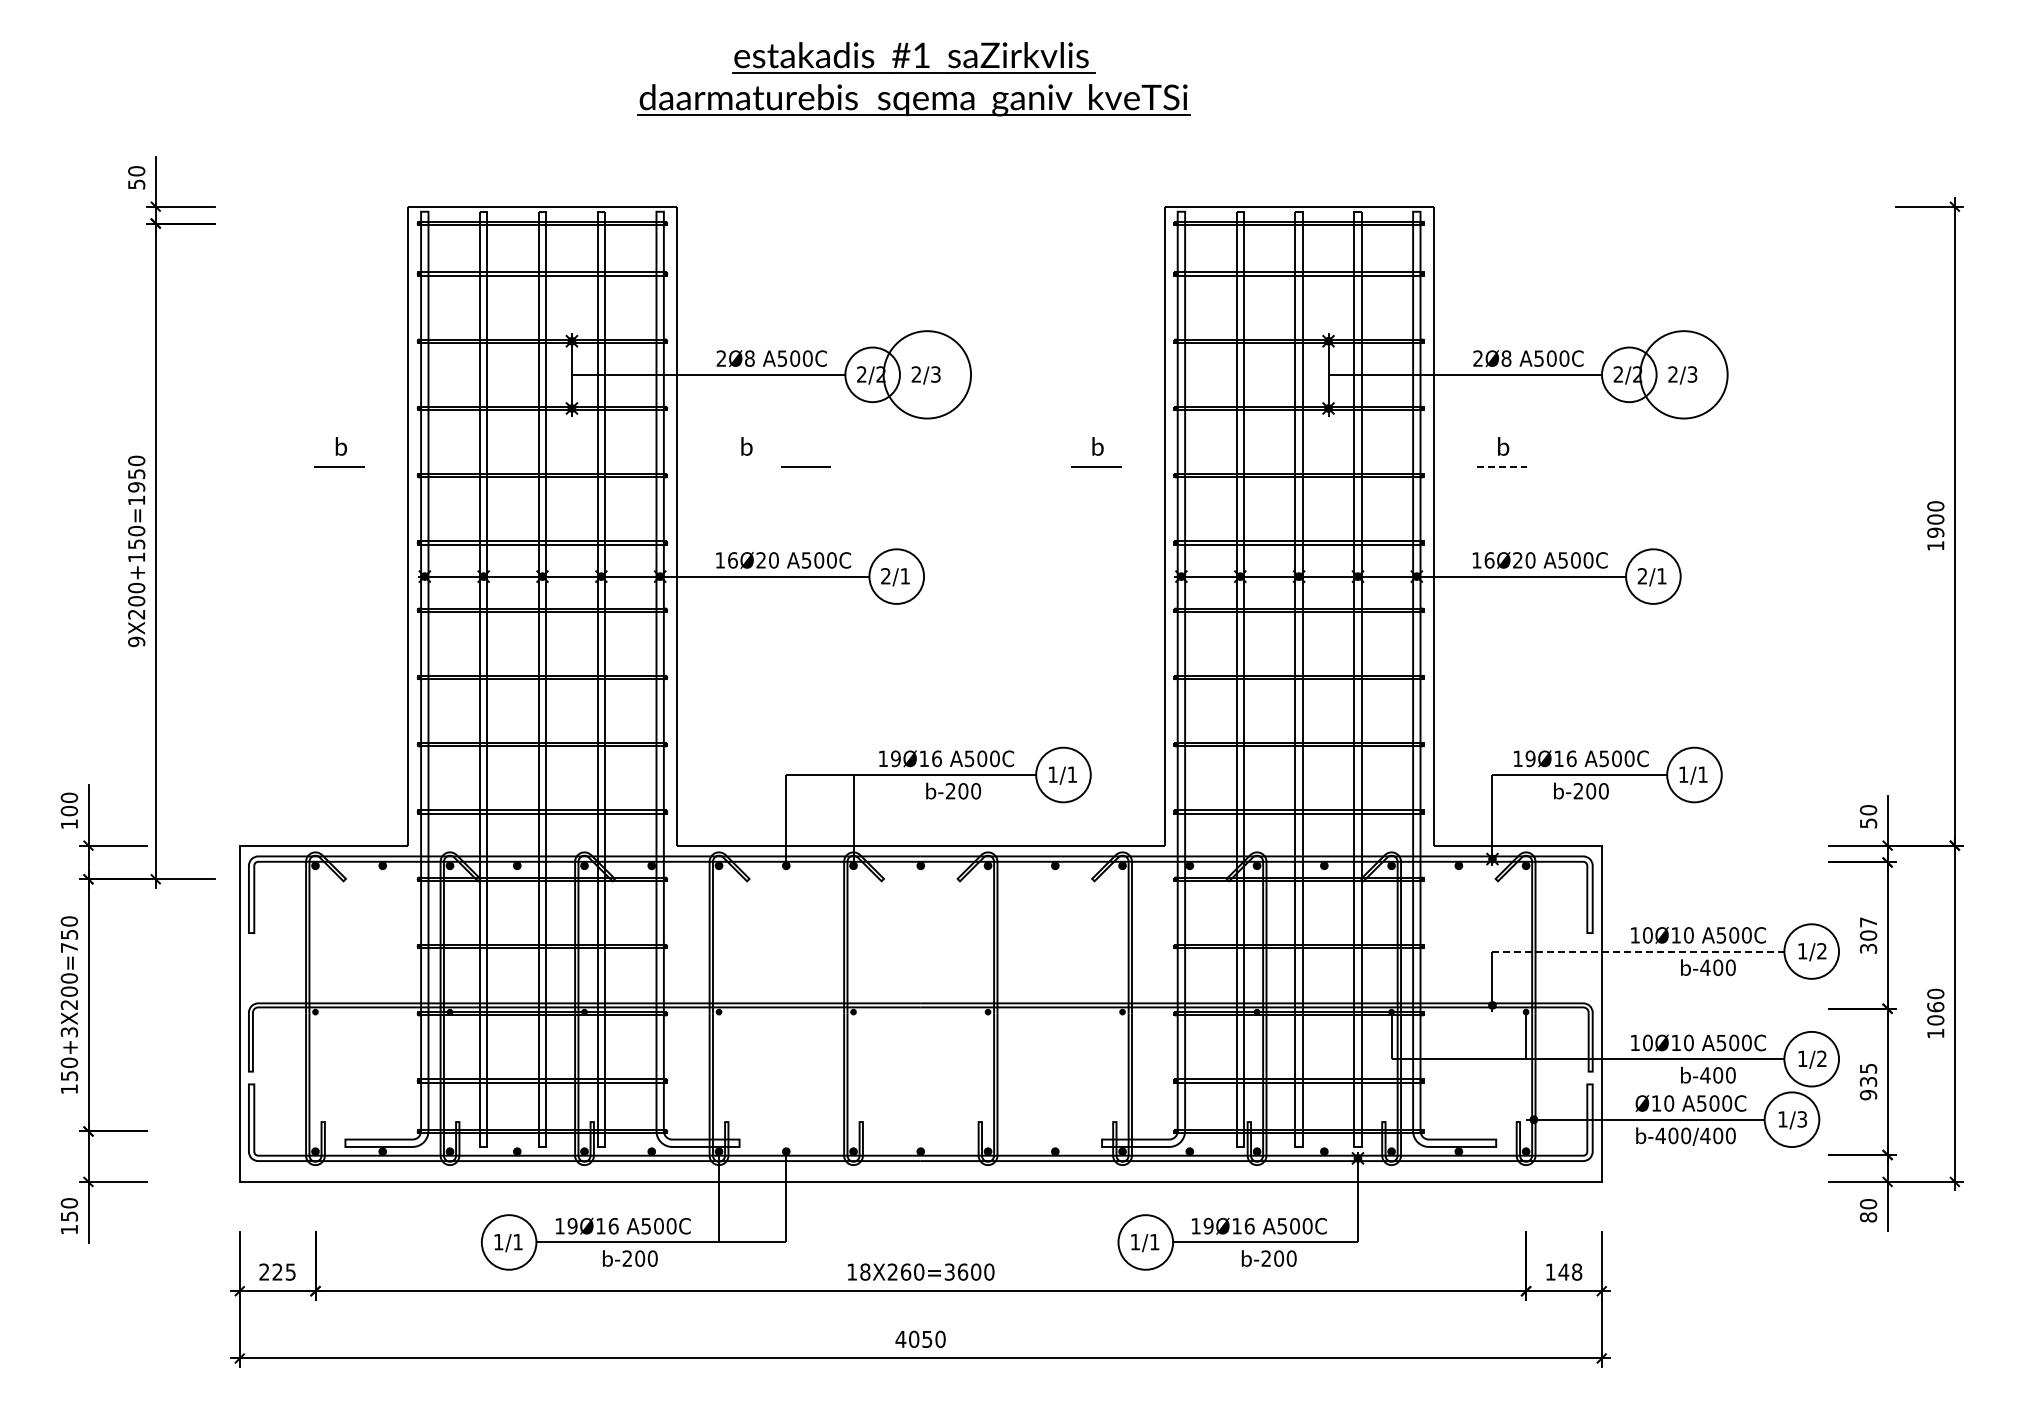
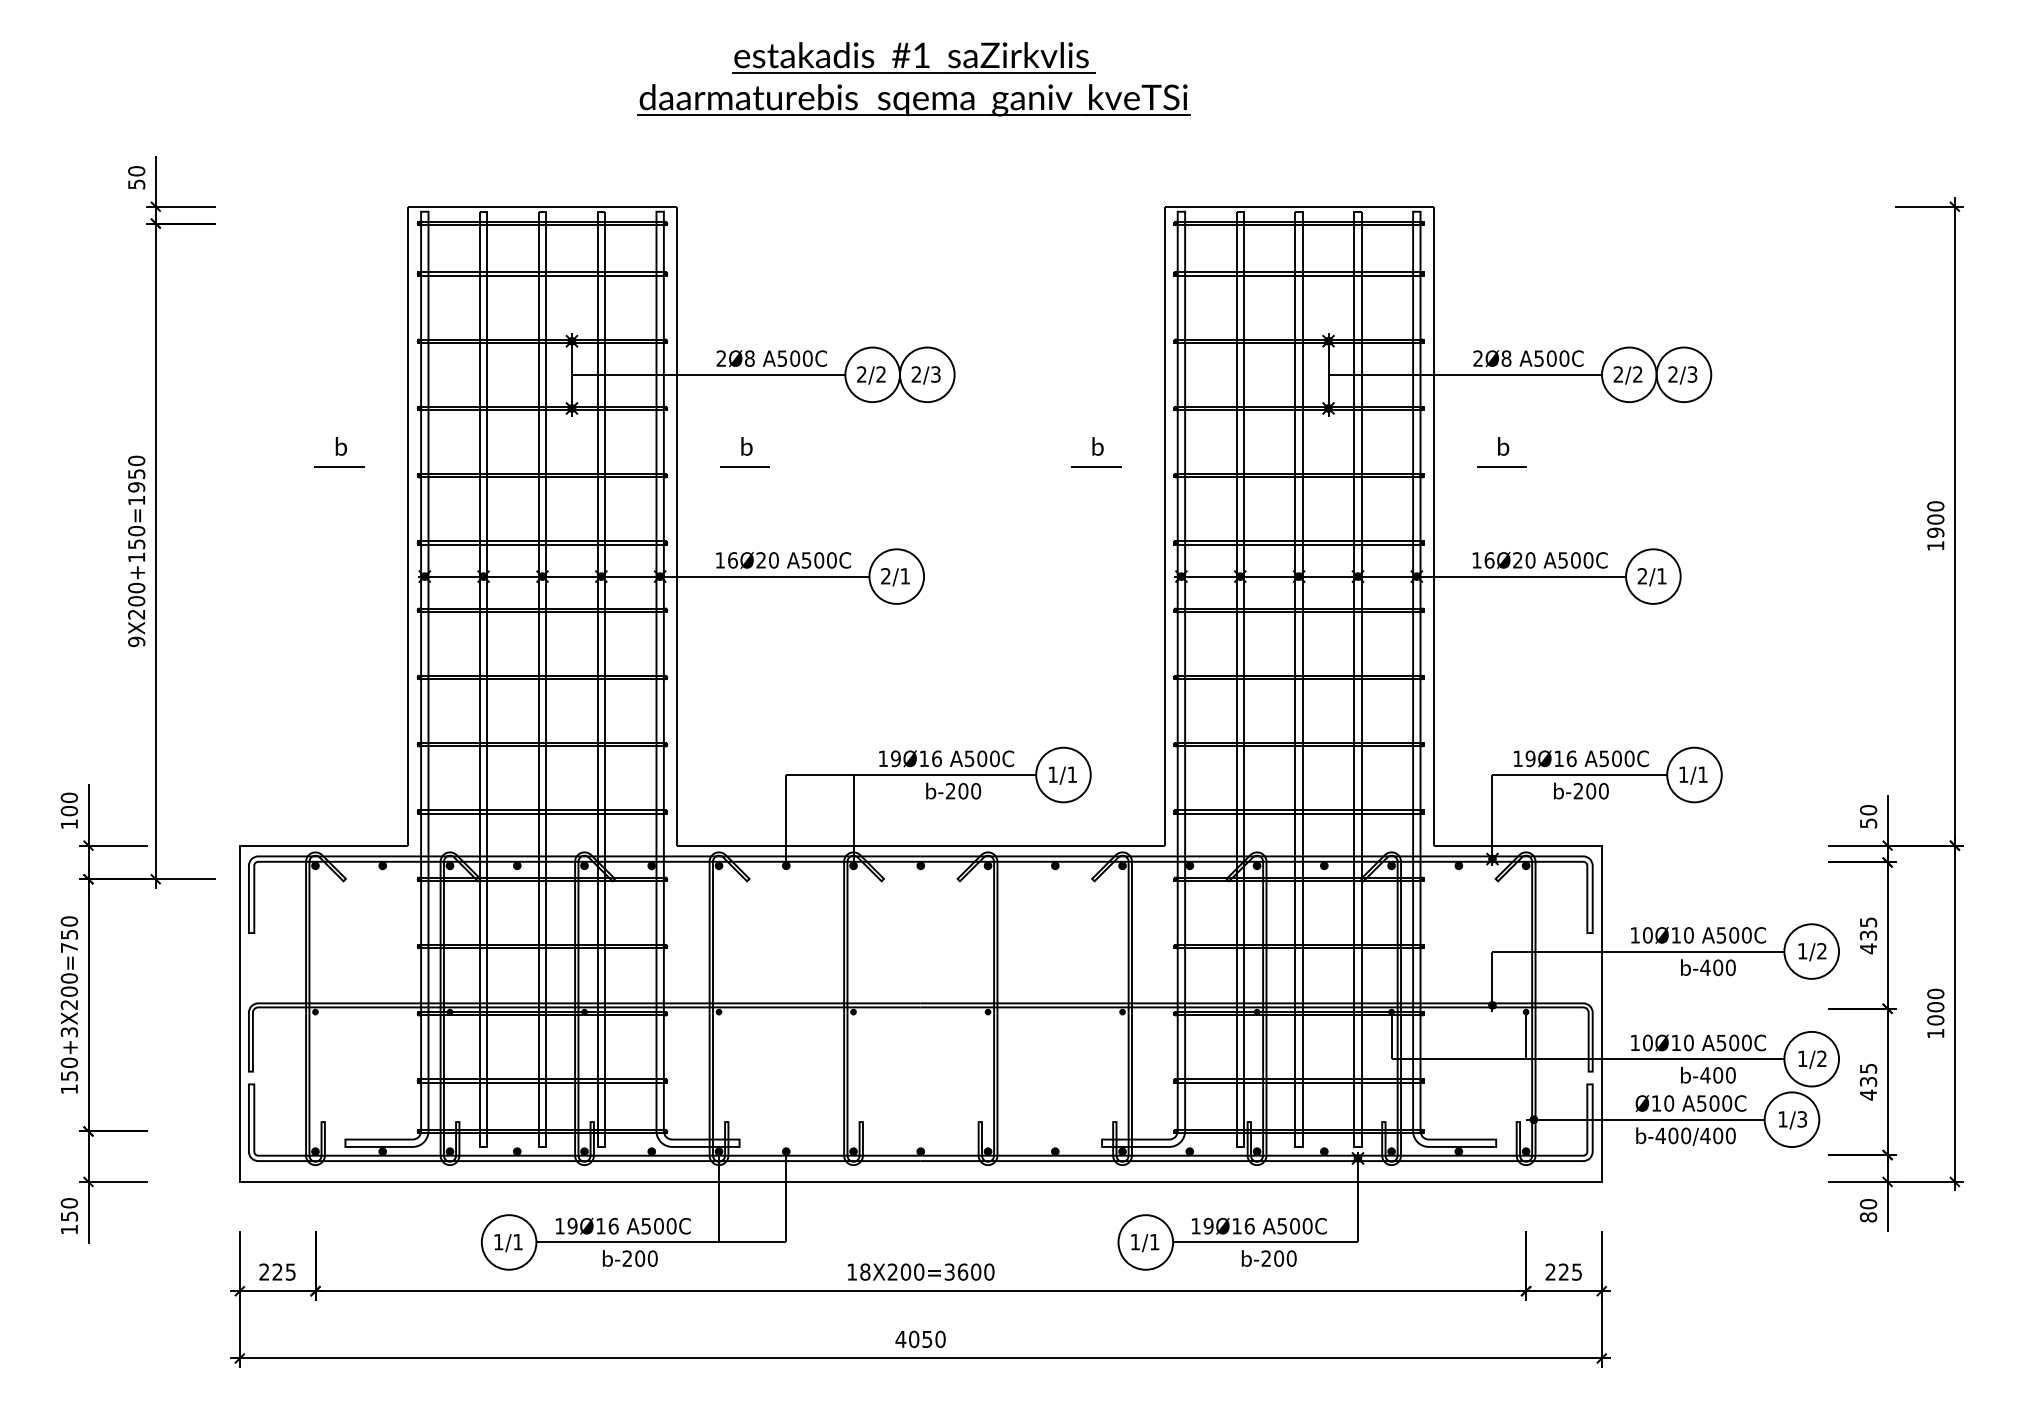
circle at (927, 374) diameter: 87 px -> 55 px
circle at (1683, 374) diameter: 87 px -> 55 px
line at (805, 466) position: (805, 466) -> (744, 466)
line at (1502, 467): dashed -> solid
text at (1868, 935): 307 -> 435
line at (1638, 951): dashed -> solid
text at (1935, 1007): 1060 -> 1000
text at (1868, 1094): 935 -> 435
text at (905, 1271): 18X260=3600 -> 18X200=3600
text at (1563, 1271): 148 -> 225
